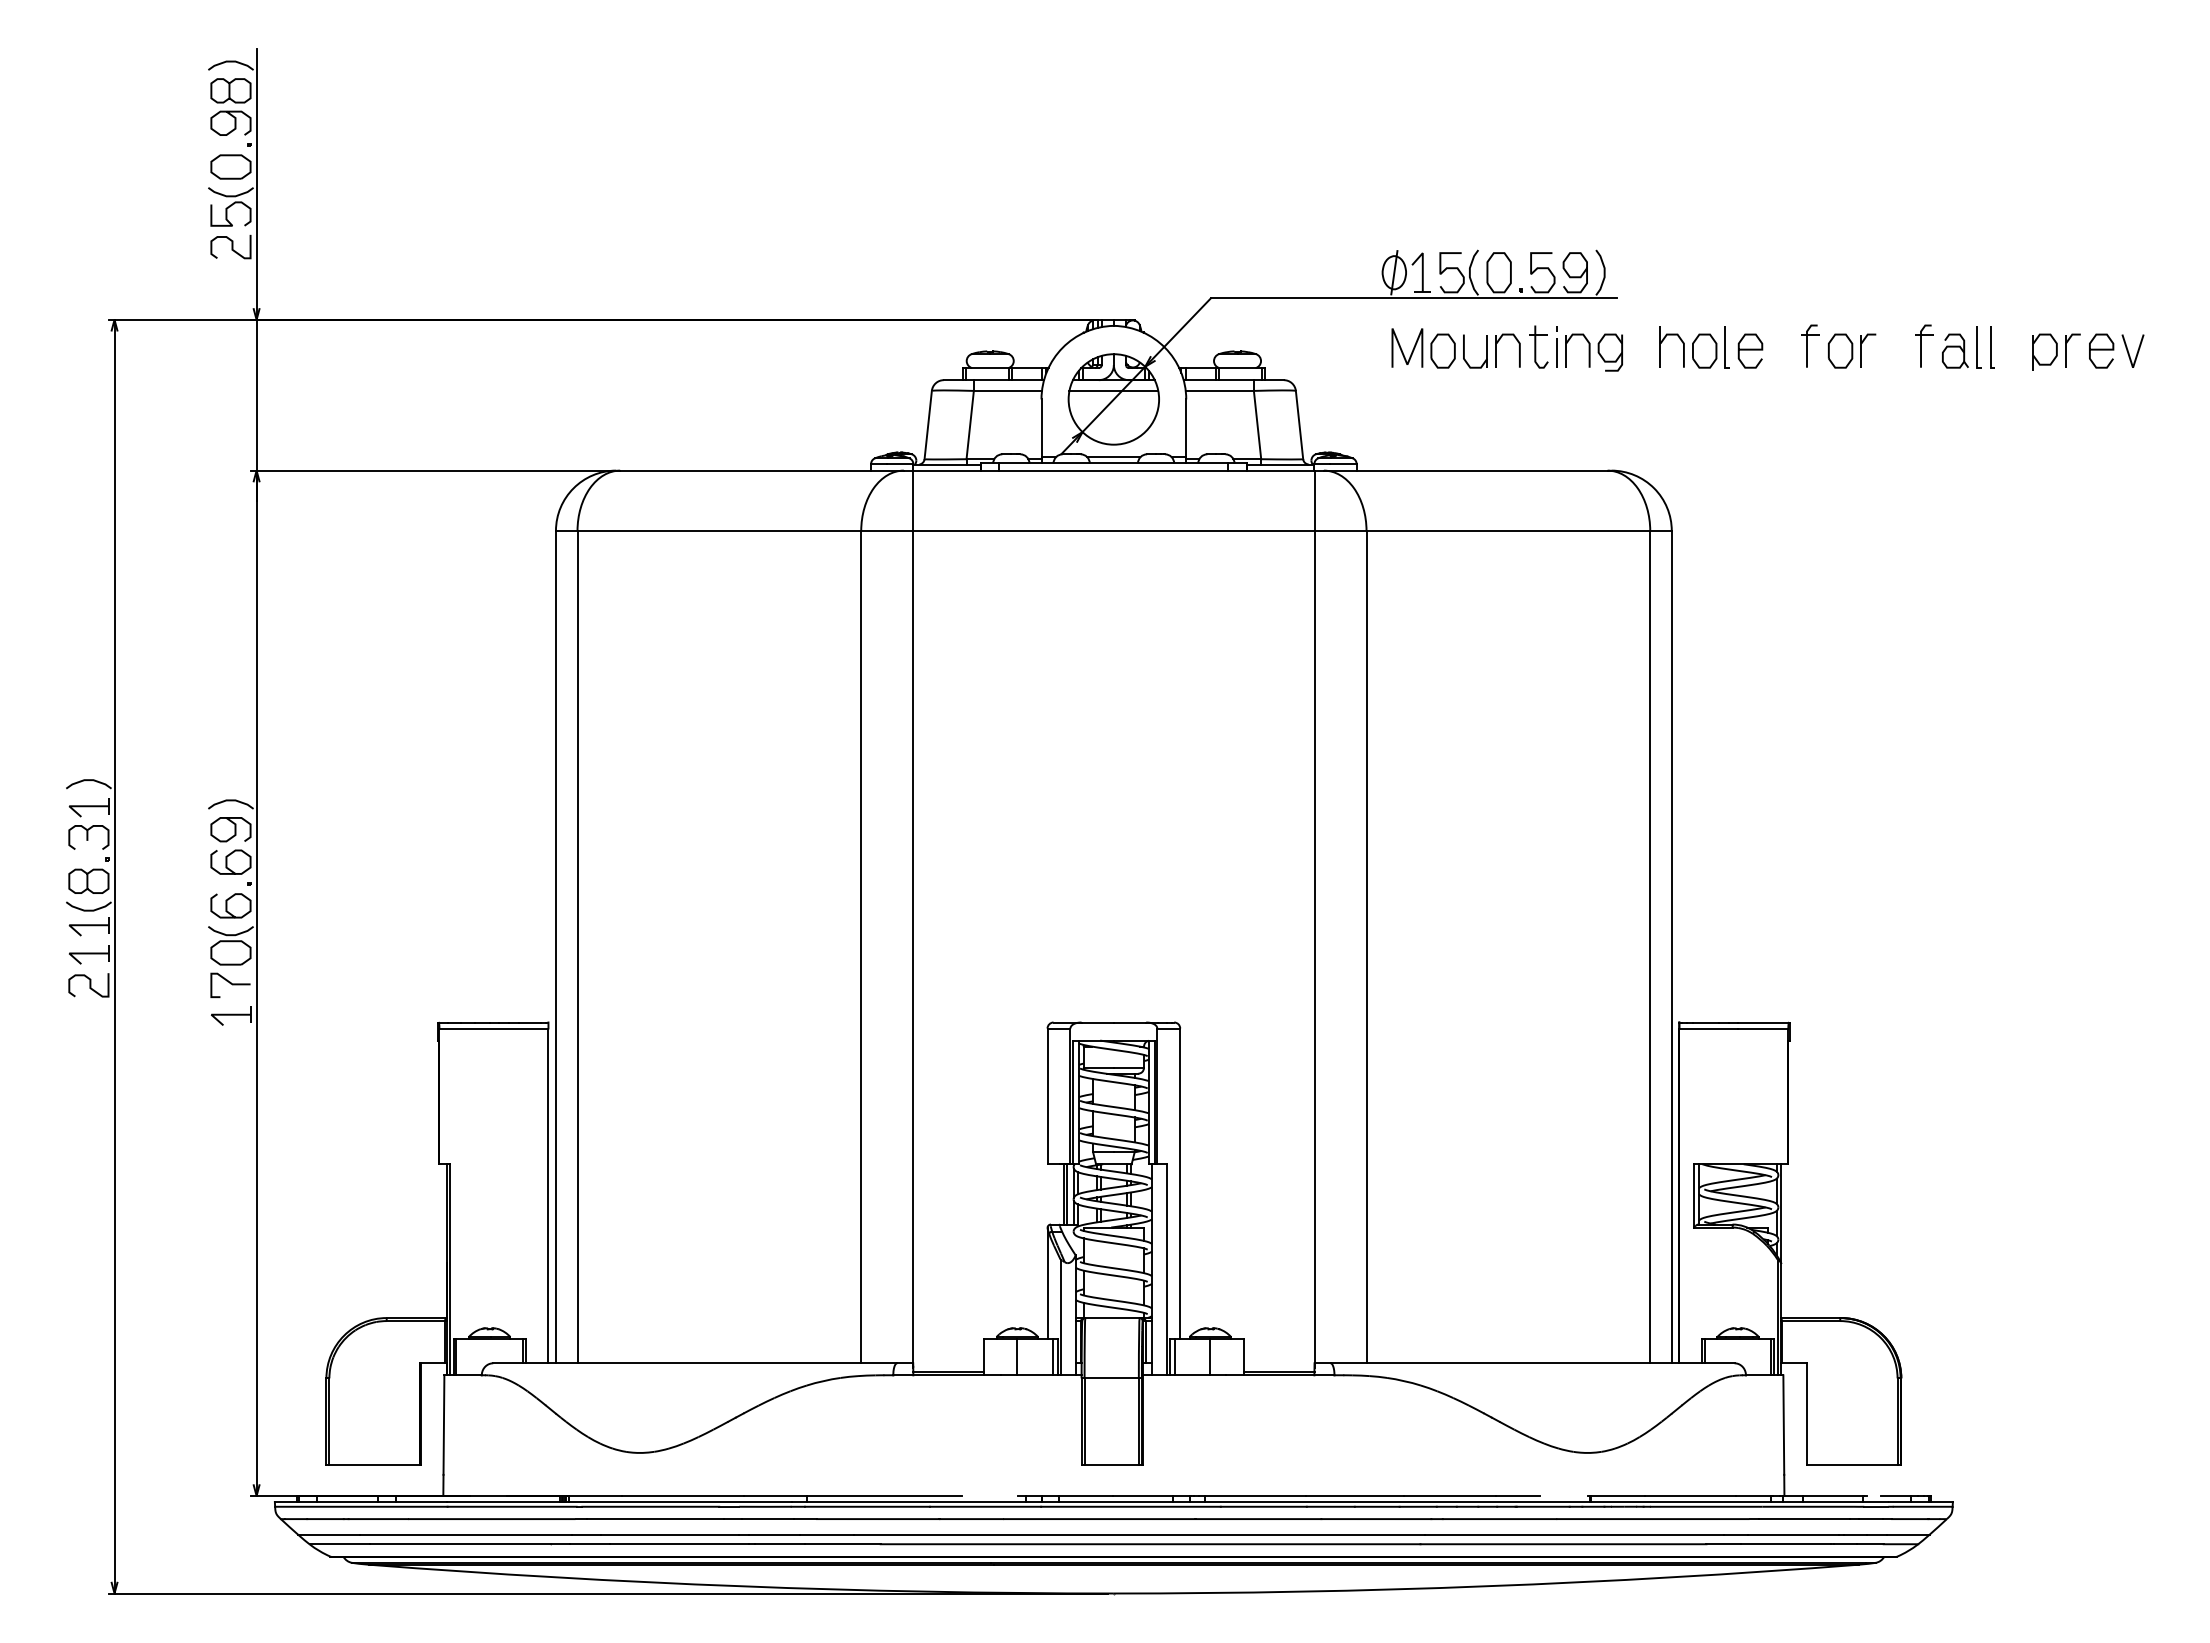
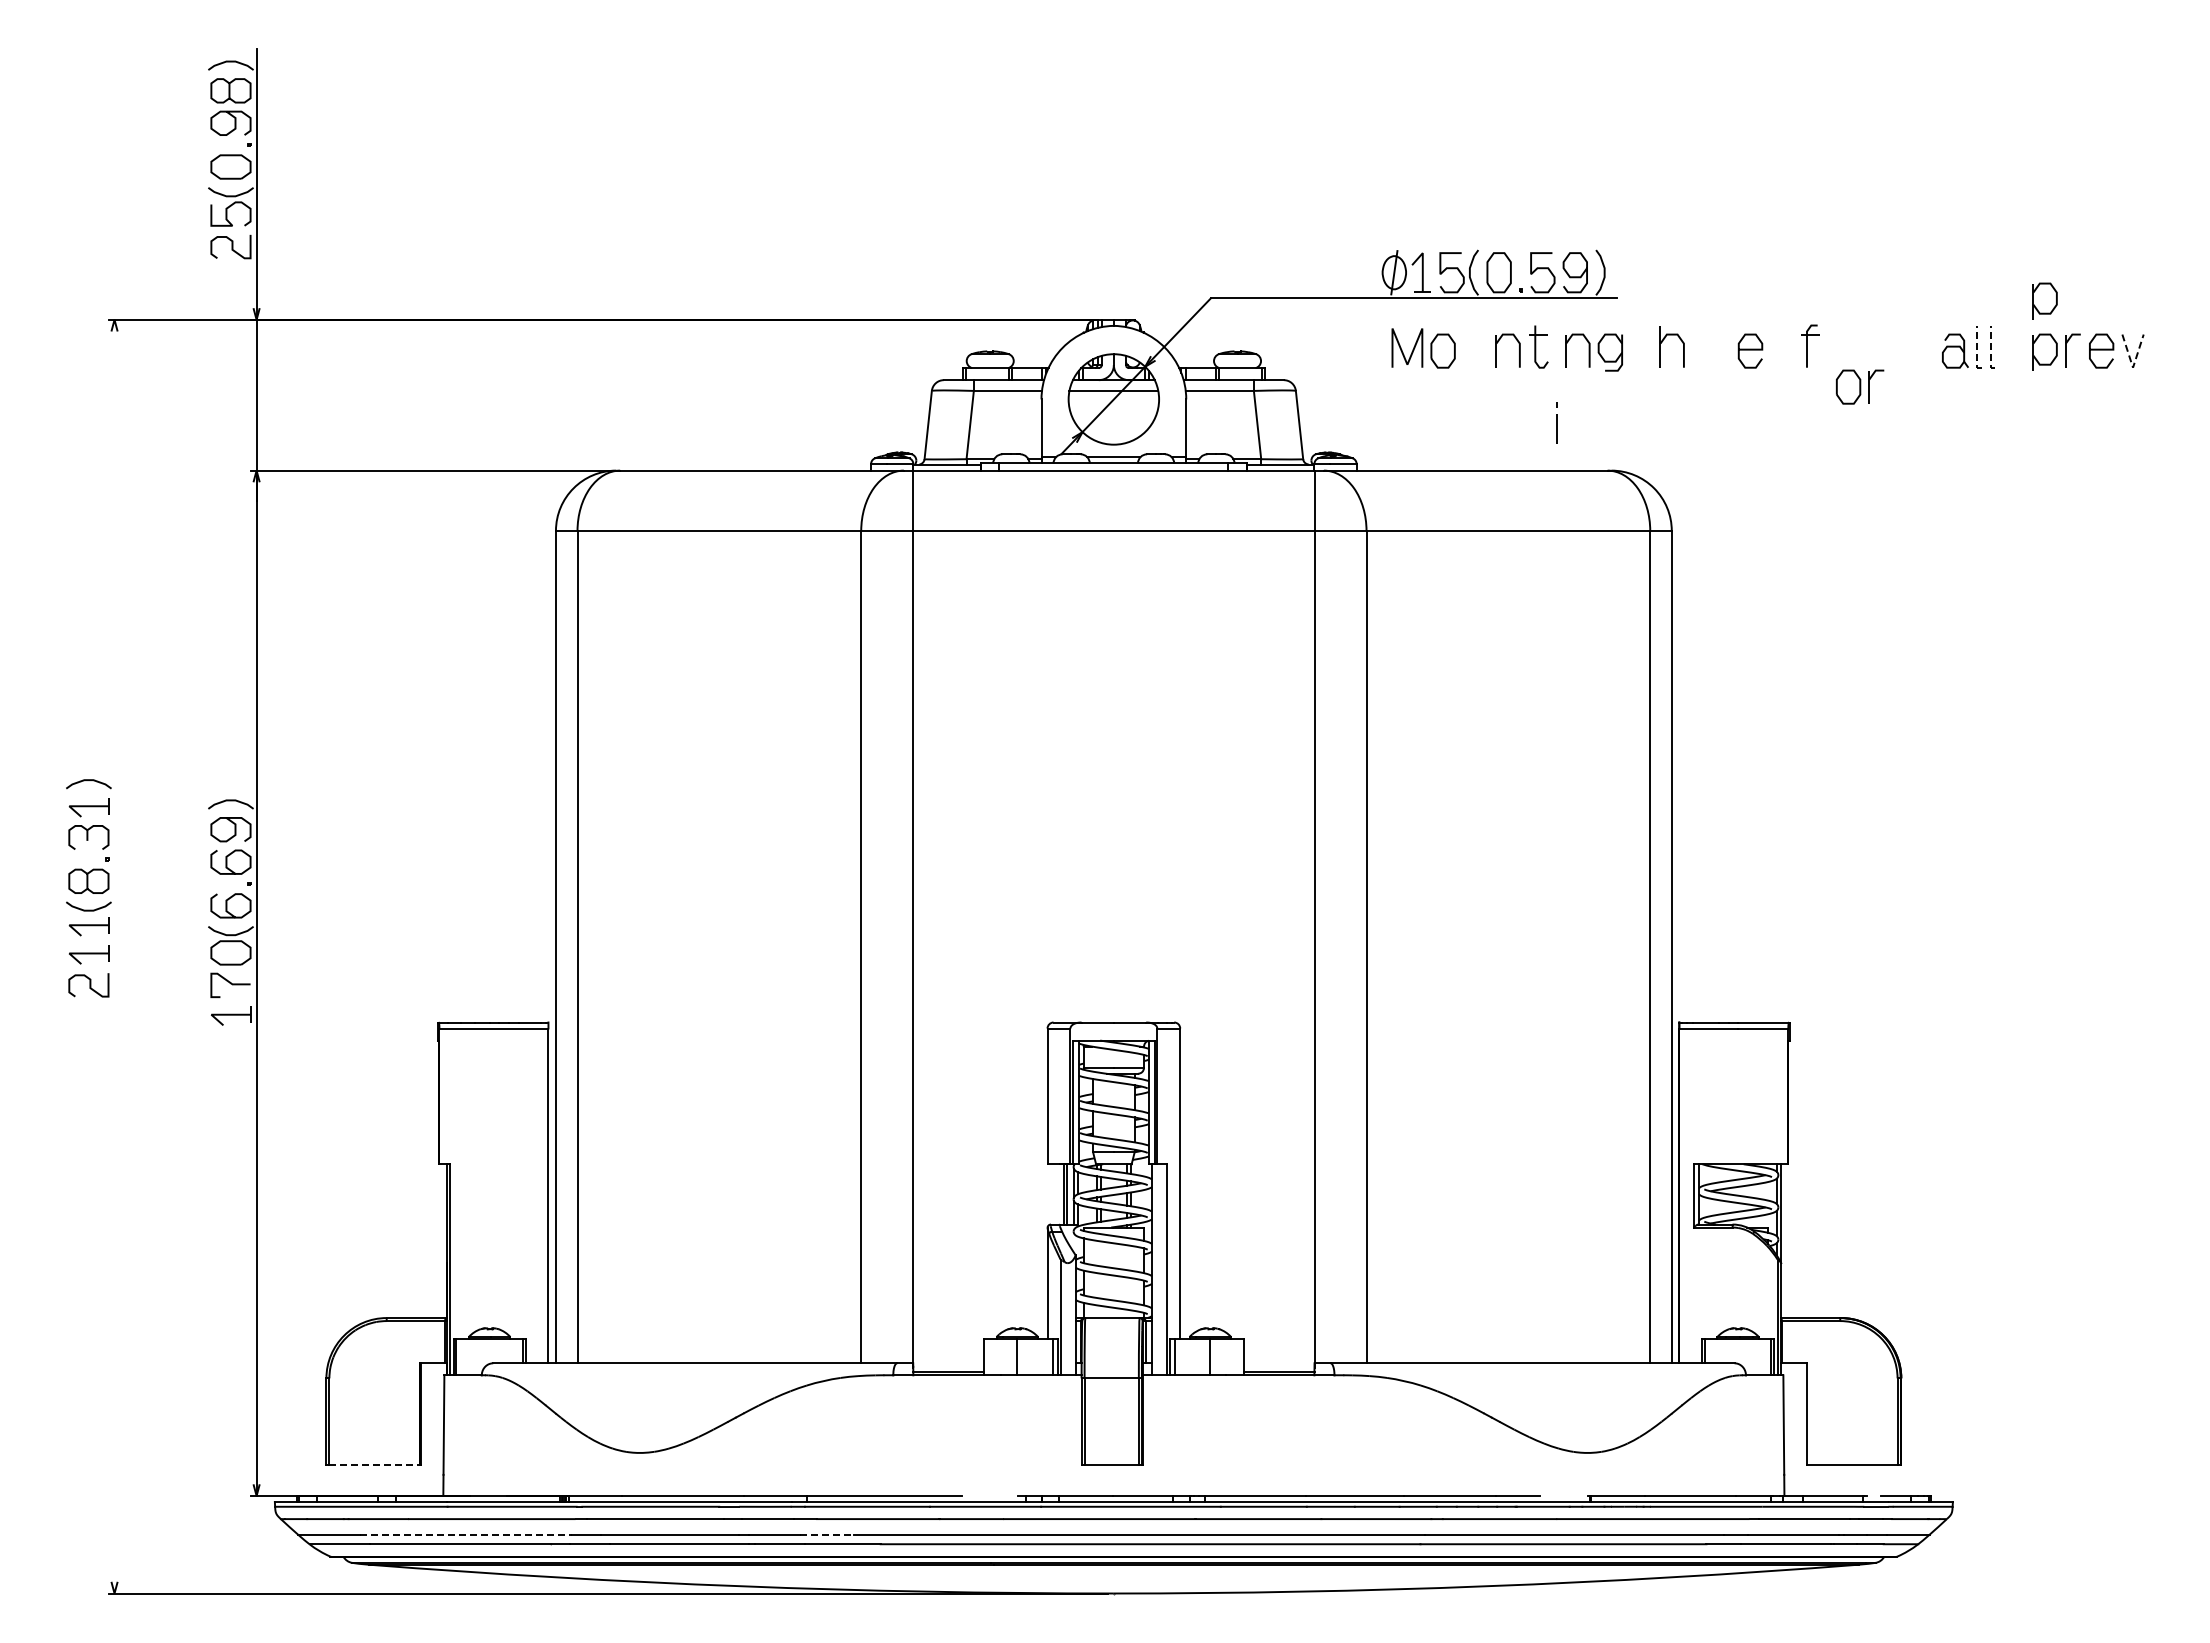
part at (2044, 300): none -> present
part at (1924, 345): present -> none
line at (1556, 346) position: (1556, 346) -> (1556, 422)
part at (1710, 347): present -> none
line at (1977, 349): solid -> dashed
line at (1990, 349): solid -> dashed
part at (1852, 350) position: (1852, 350) -> (1860, 386)
part at (1464, 351): present -> none
line at (2133, 367): solid -> dashed
line at (114, 956): present -> none
line at (375, 1464): solid -> dashed
line at (466, 1534): solid -> dashed
line at (827, 1534): solid -> dashed
